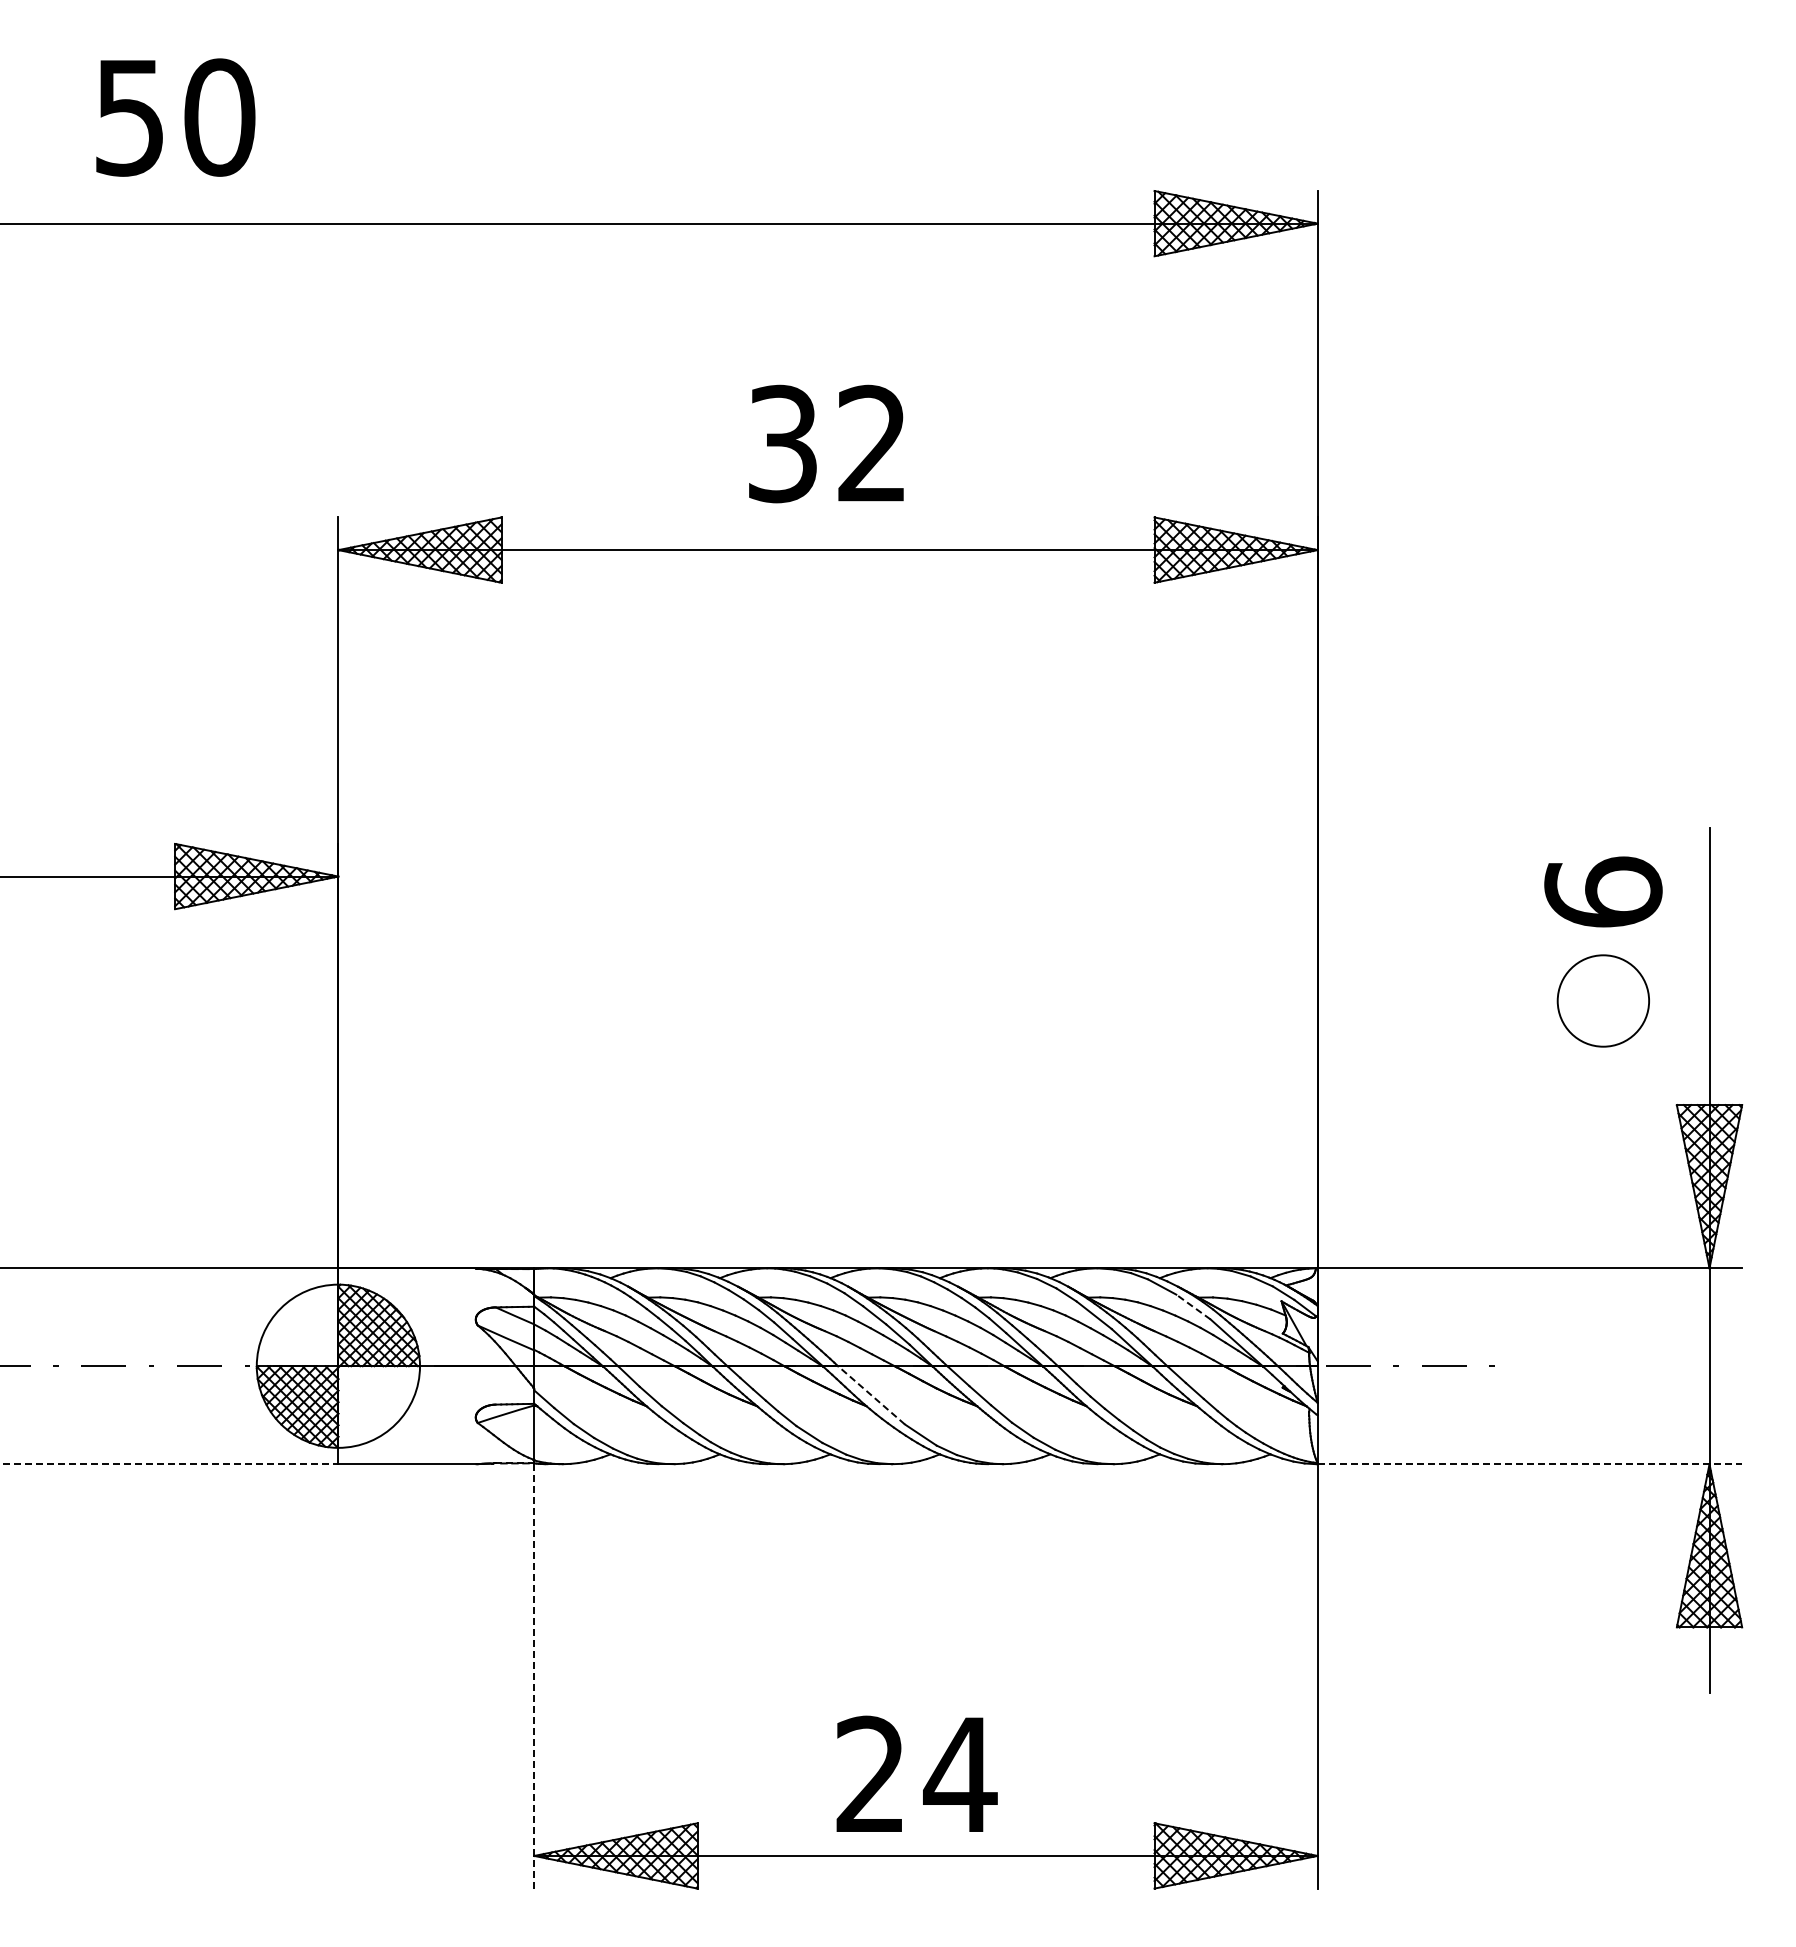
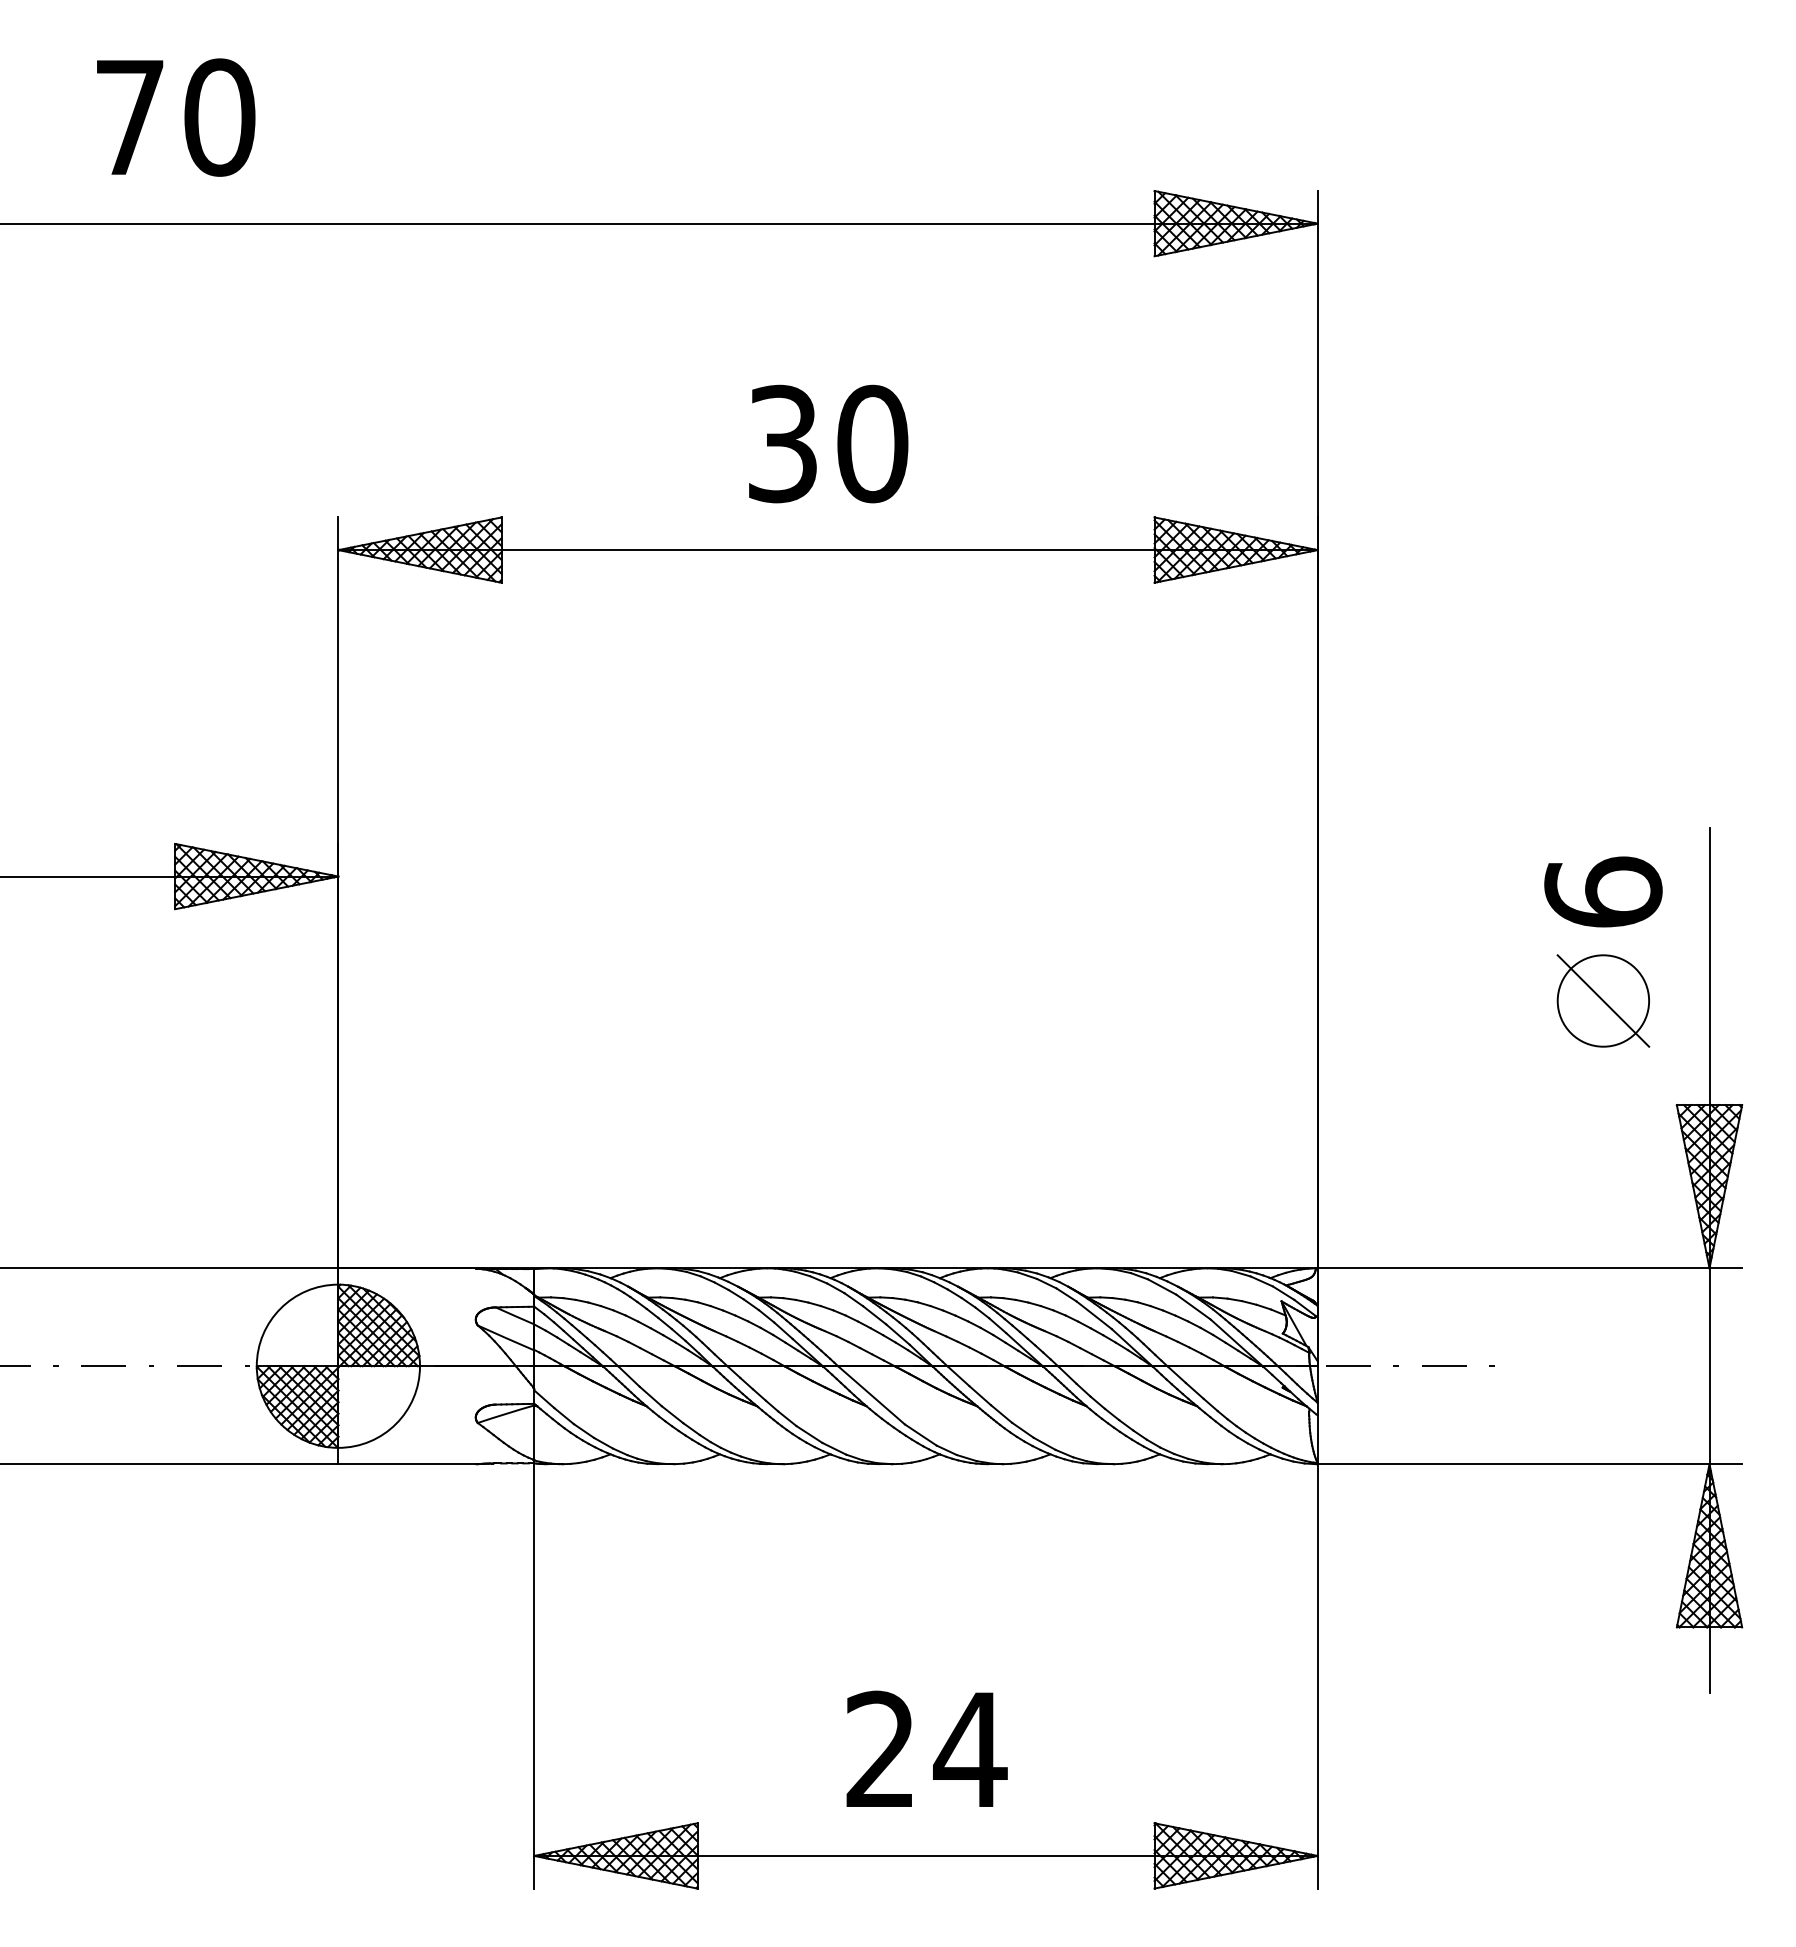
text at (129, 118): 50 -> 70
text at (872, 443): 32 -> 30
line at (1603, 1000): none -> present
line at (1193, 1306): dashed -> solid
line at (871, 1395): dashed -> solid
line at (169, 1464): dashed -> solid
line at (1530, 1464): dashed -> solid
line at (534, 1676): dashed -> solid
text at (916, 1773) position: (916, 1773) -> (926, 1748)
